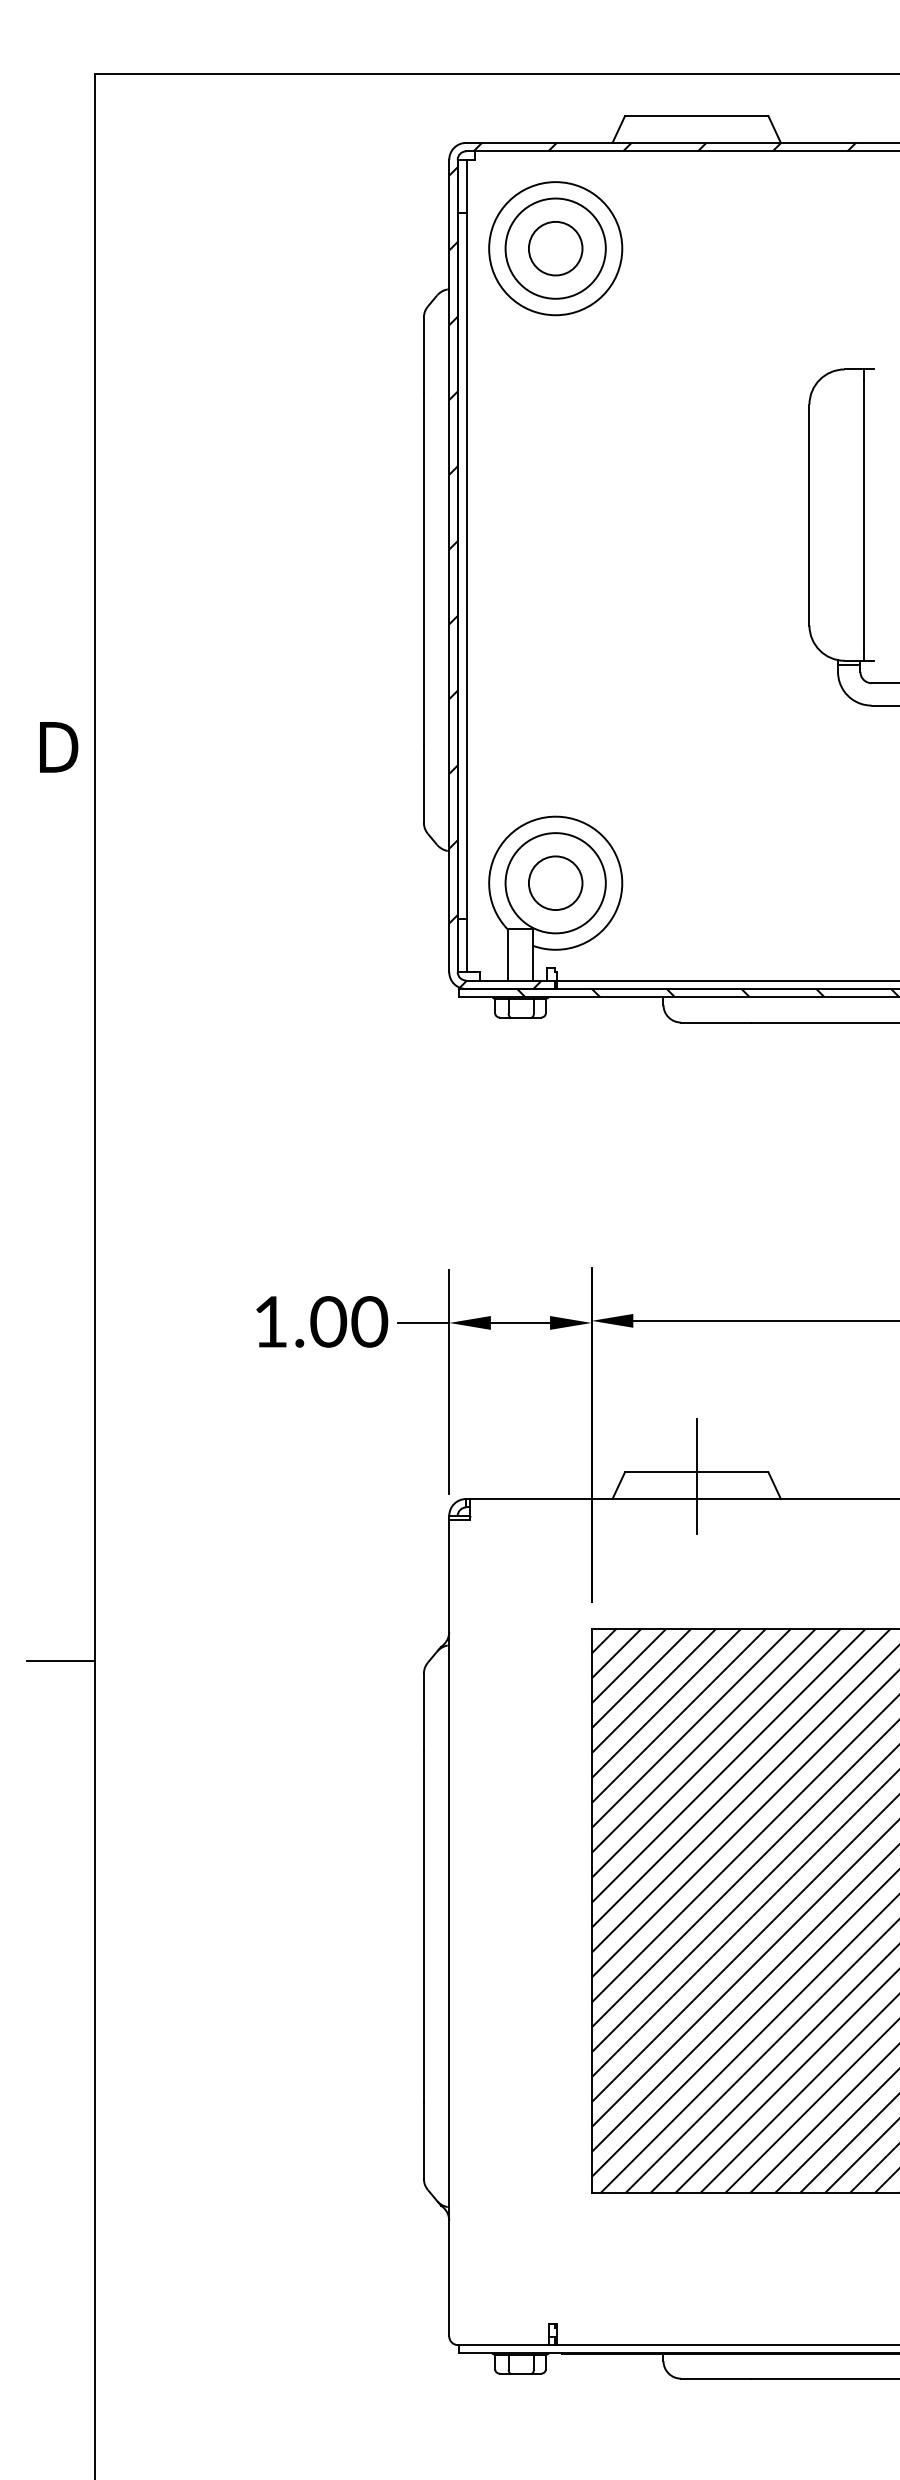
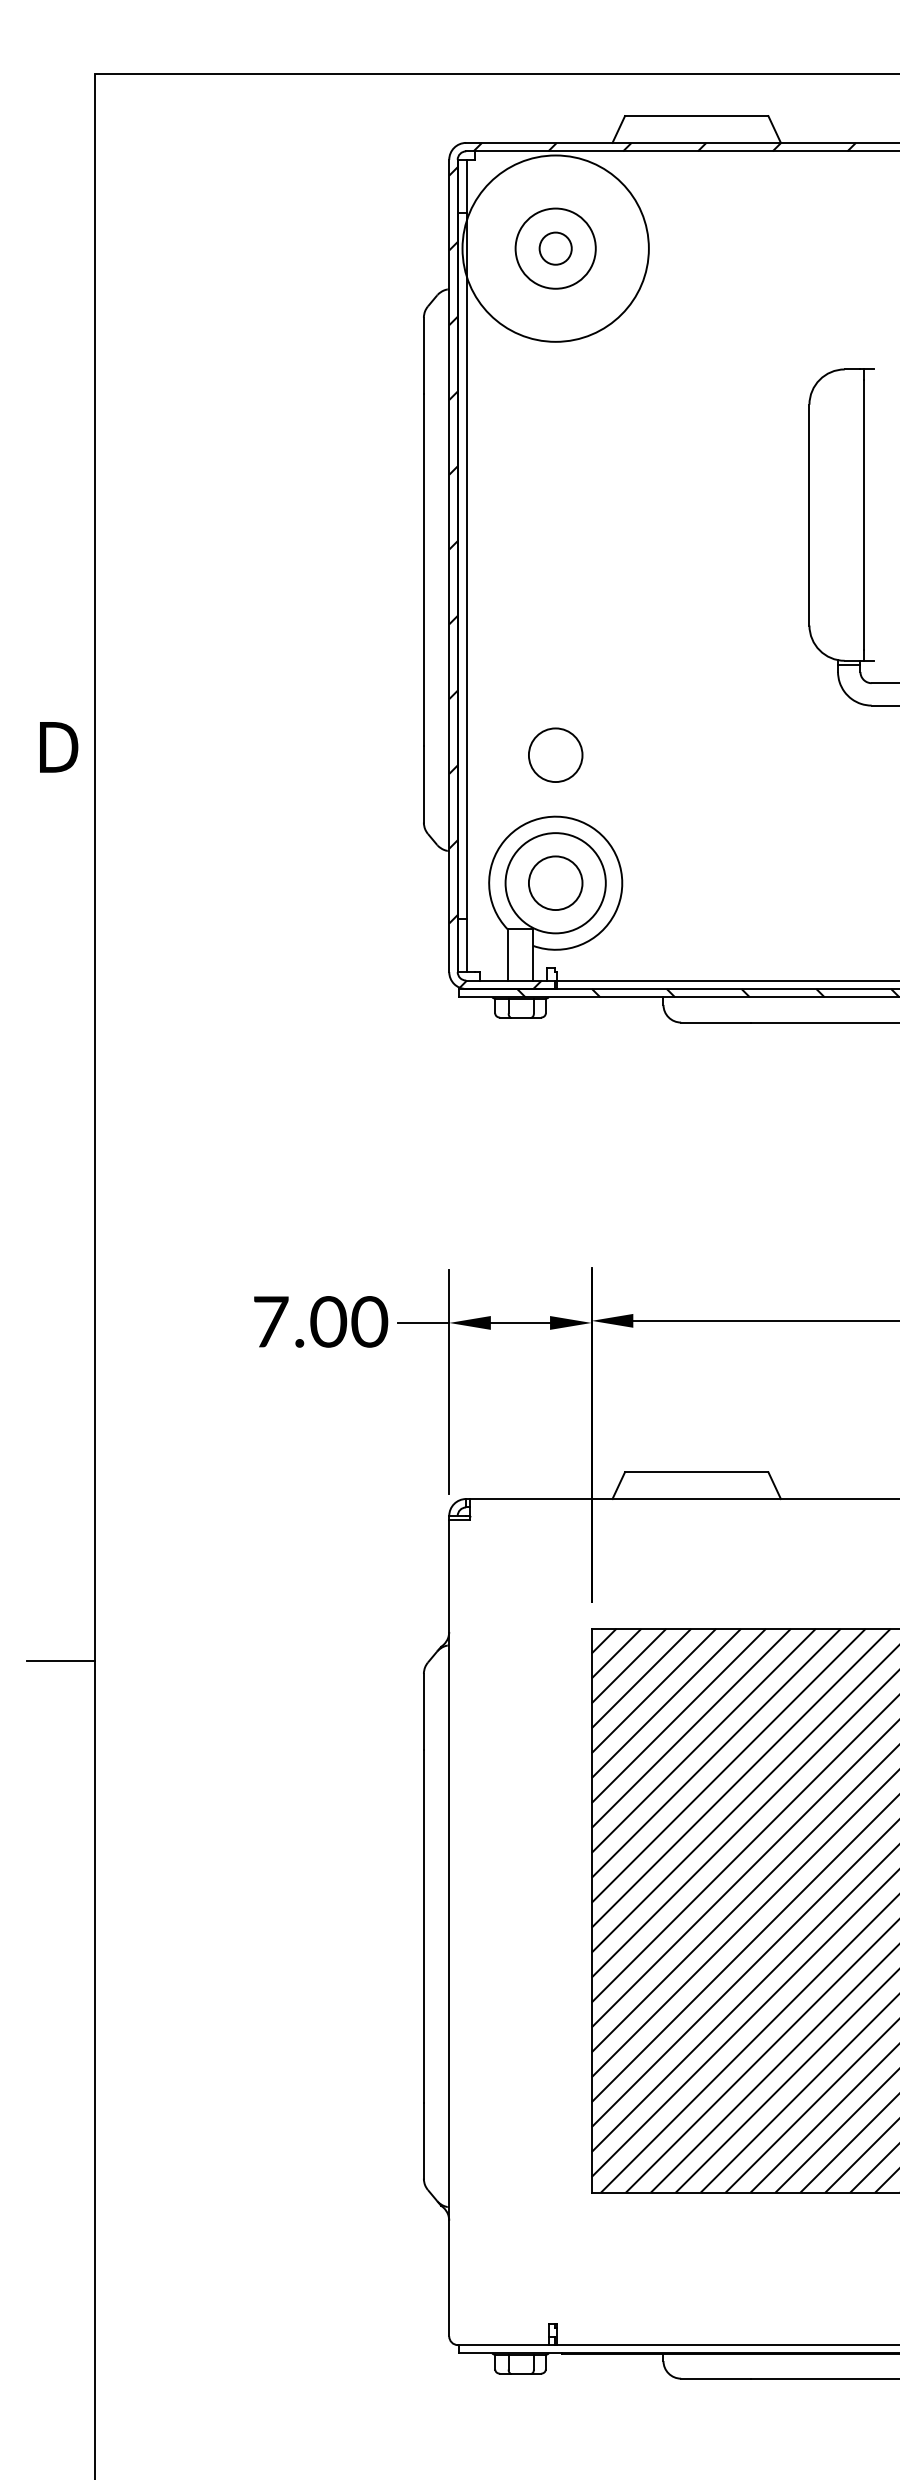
circle at (555, 248) diameter: 100 px -> 80 px
circle at (555, 248) diameter: 133 px -> 186 px
circle at (555, 248) diameter: 54 px -> 32 px
circle at (555, 754): none -> present
text at (271, 1321): 1.00 -> 7.00
line at (696, 1476): present -> none
